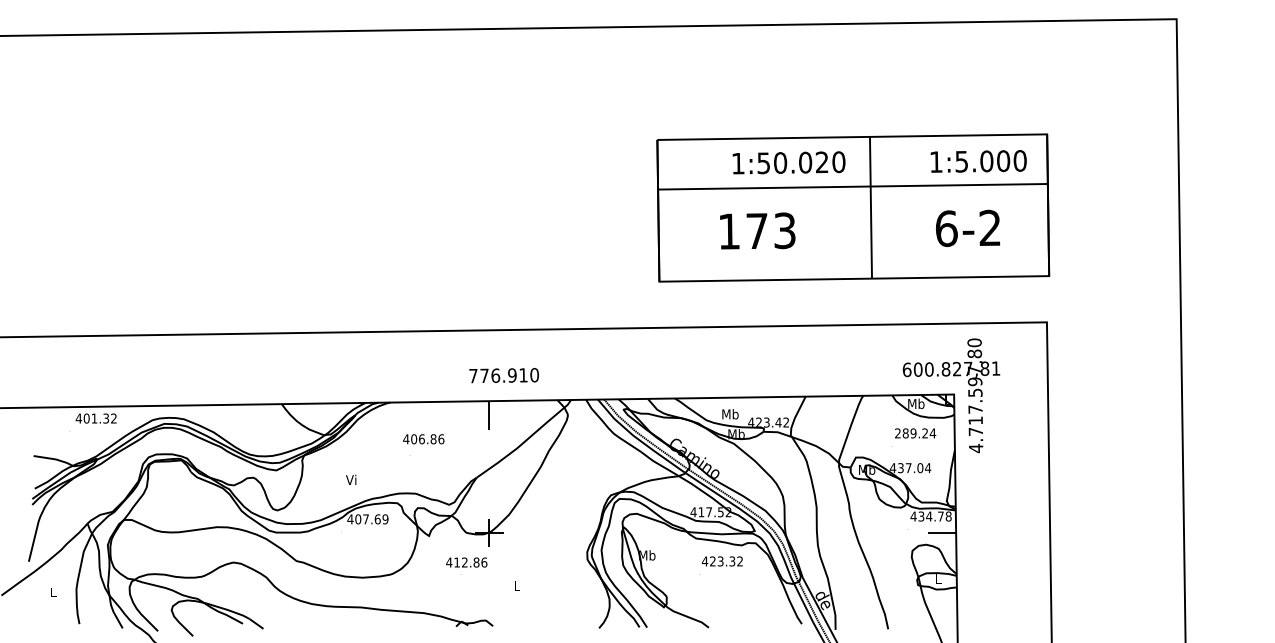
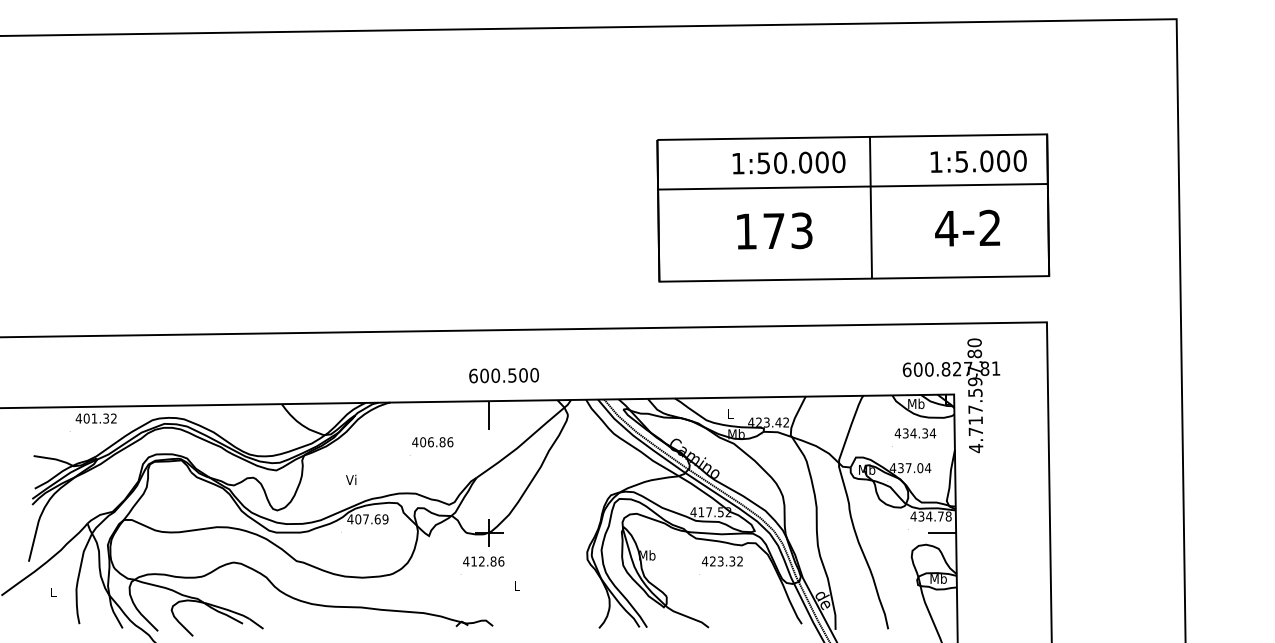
text at (821, 162): 1:50.020 -> 1:50.000
text at (946, 228): 6-2 -> 4-2
text at (757, 230) position: (757, 230) -> (774, 230)
text at (498, 375): 776.910 -> 600.500
text at (730, 414): Mb -> L
text at (911, 433): 289.24 -> 434.34
text at (423, 439) position: (423, 439) -> (432, 442)
text at (466, 562) position: (466, 562) -> (483, 561)
text at (938, 578): L -> Mb
